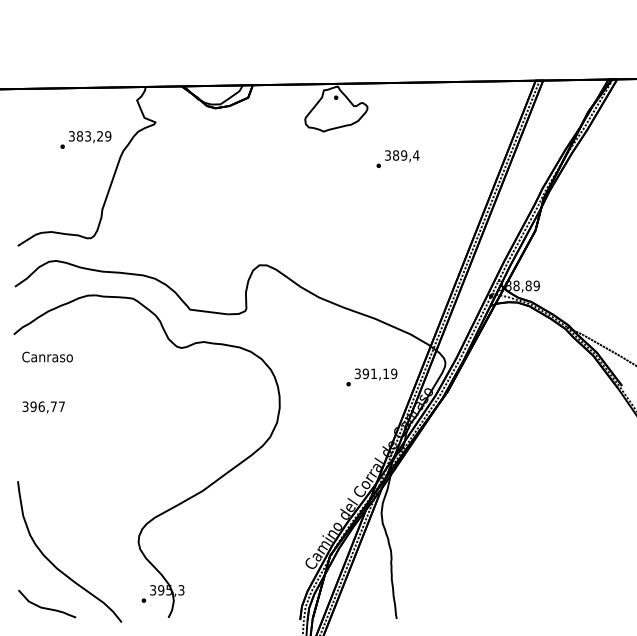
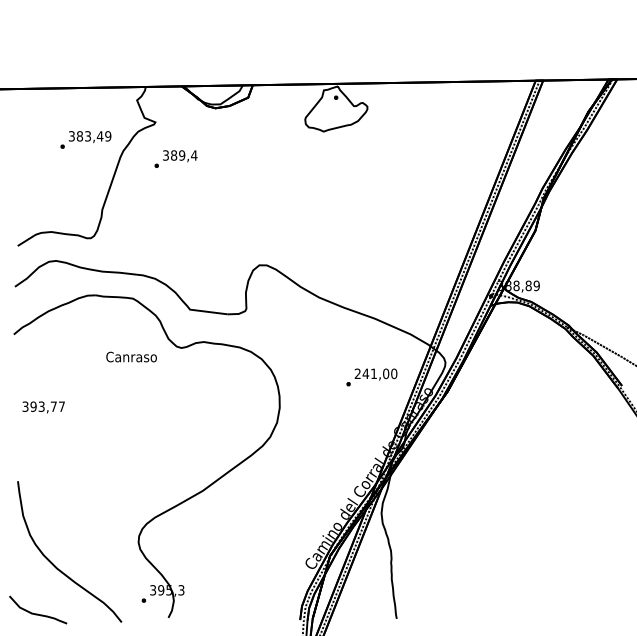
text at (99, 136): 383,29 -> 383,49
text at (397, 158) position: (397, 158) -> (175, 158)
text at (47, 356) position: (47, 356) -> (131, 356)
text at (375, 373): 391,19 -> 241,00
text at (41, 406): 396,77 -> 393,77
curve at (47, 607) position: (47, 607) -> (38, 613)
